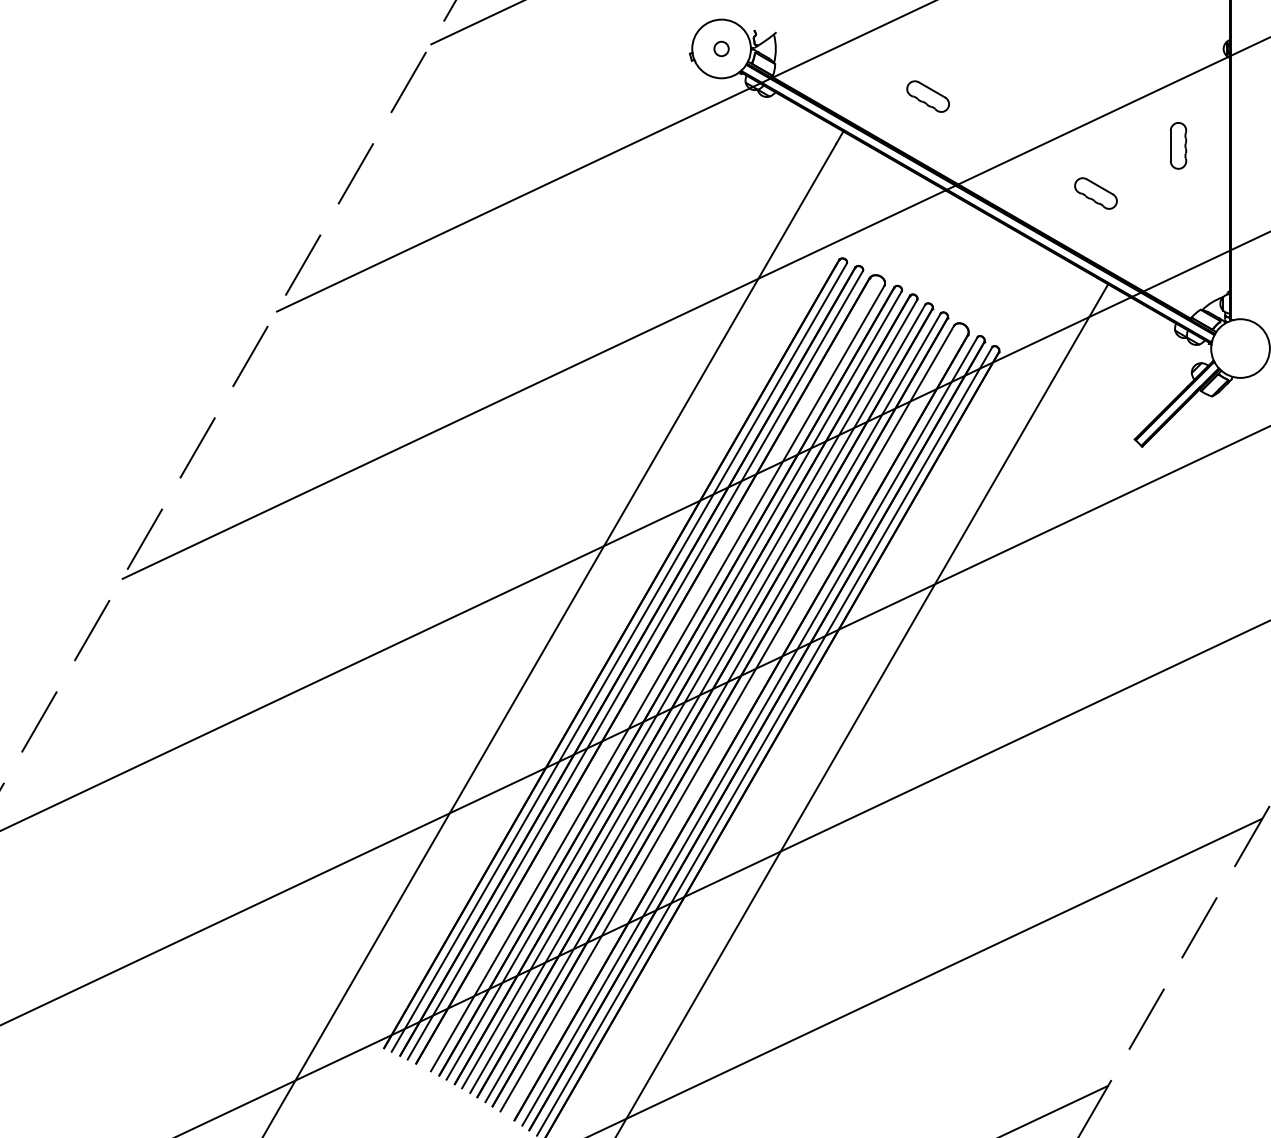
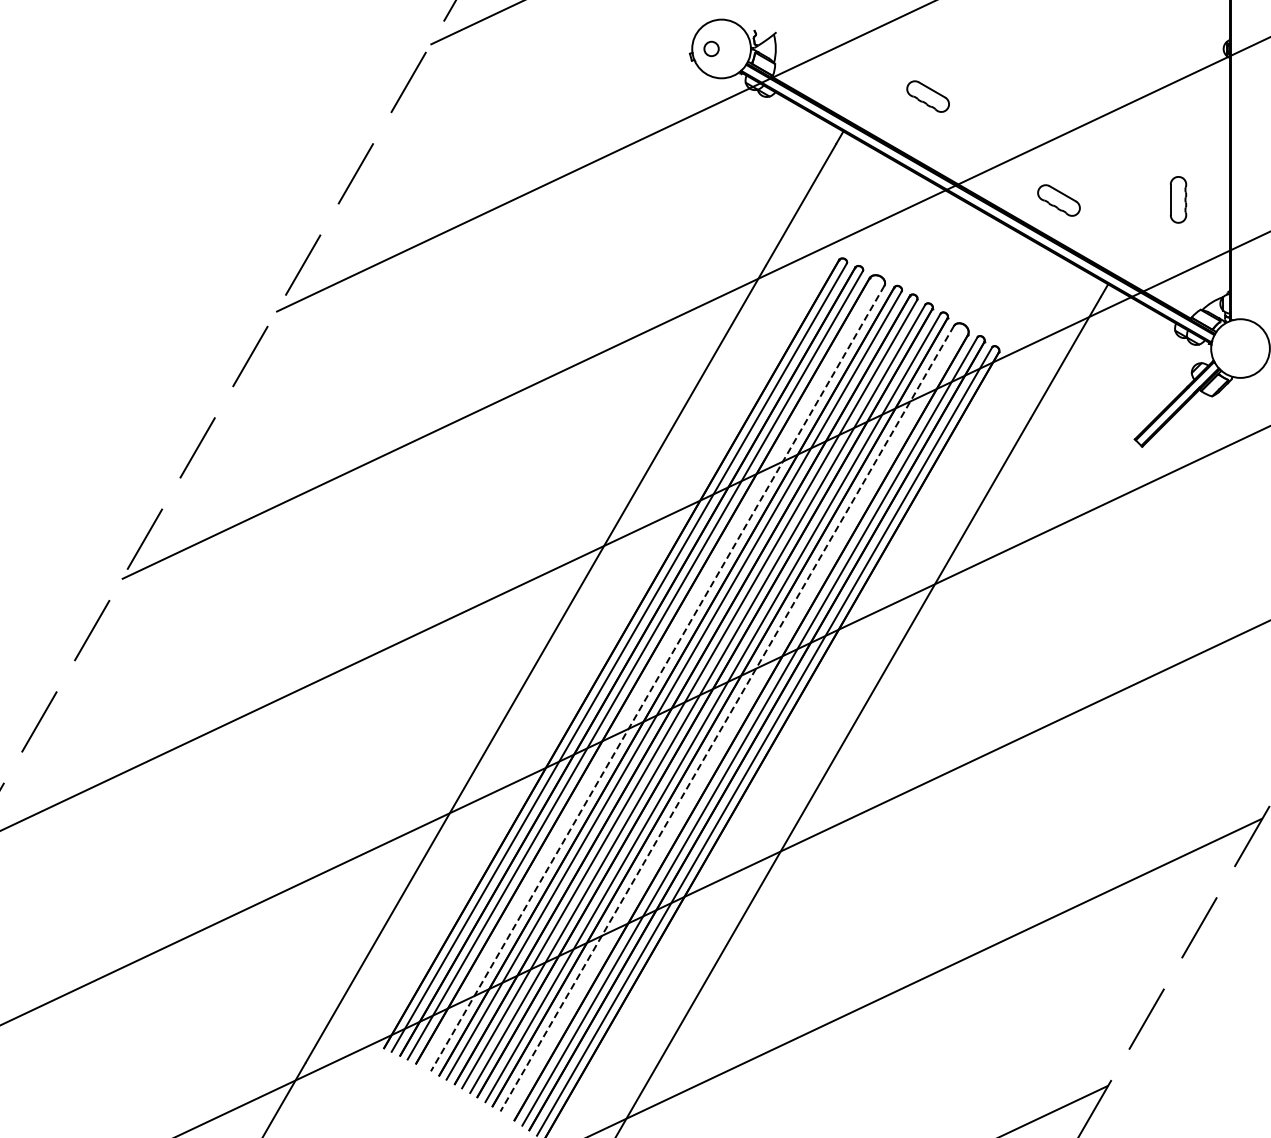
circle at (721, 48) position: (721, 48) -> (711, 48)
part at (1178, 145) position: (1178, 145) -> (1178, 199)
part at (1095, 193) position: (1095, 193) -> (1058, 200)
line at (657, 678): solid -> dashed
line at (727, 718): solid -> dashed
